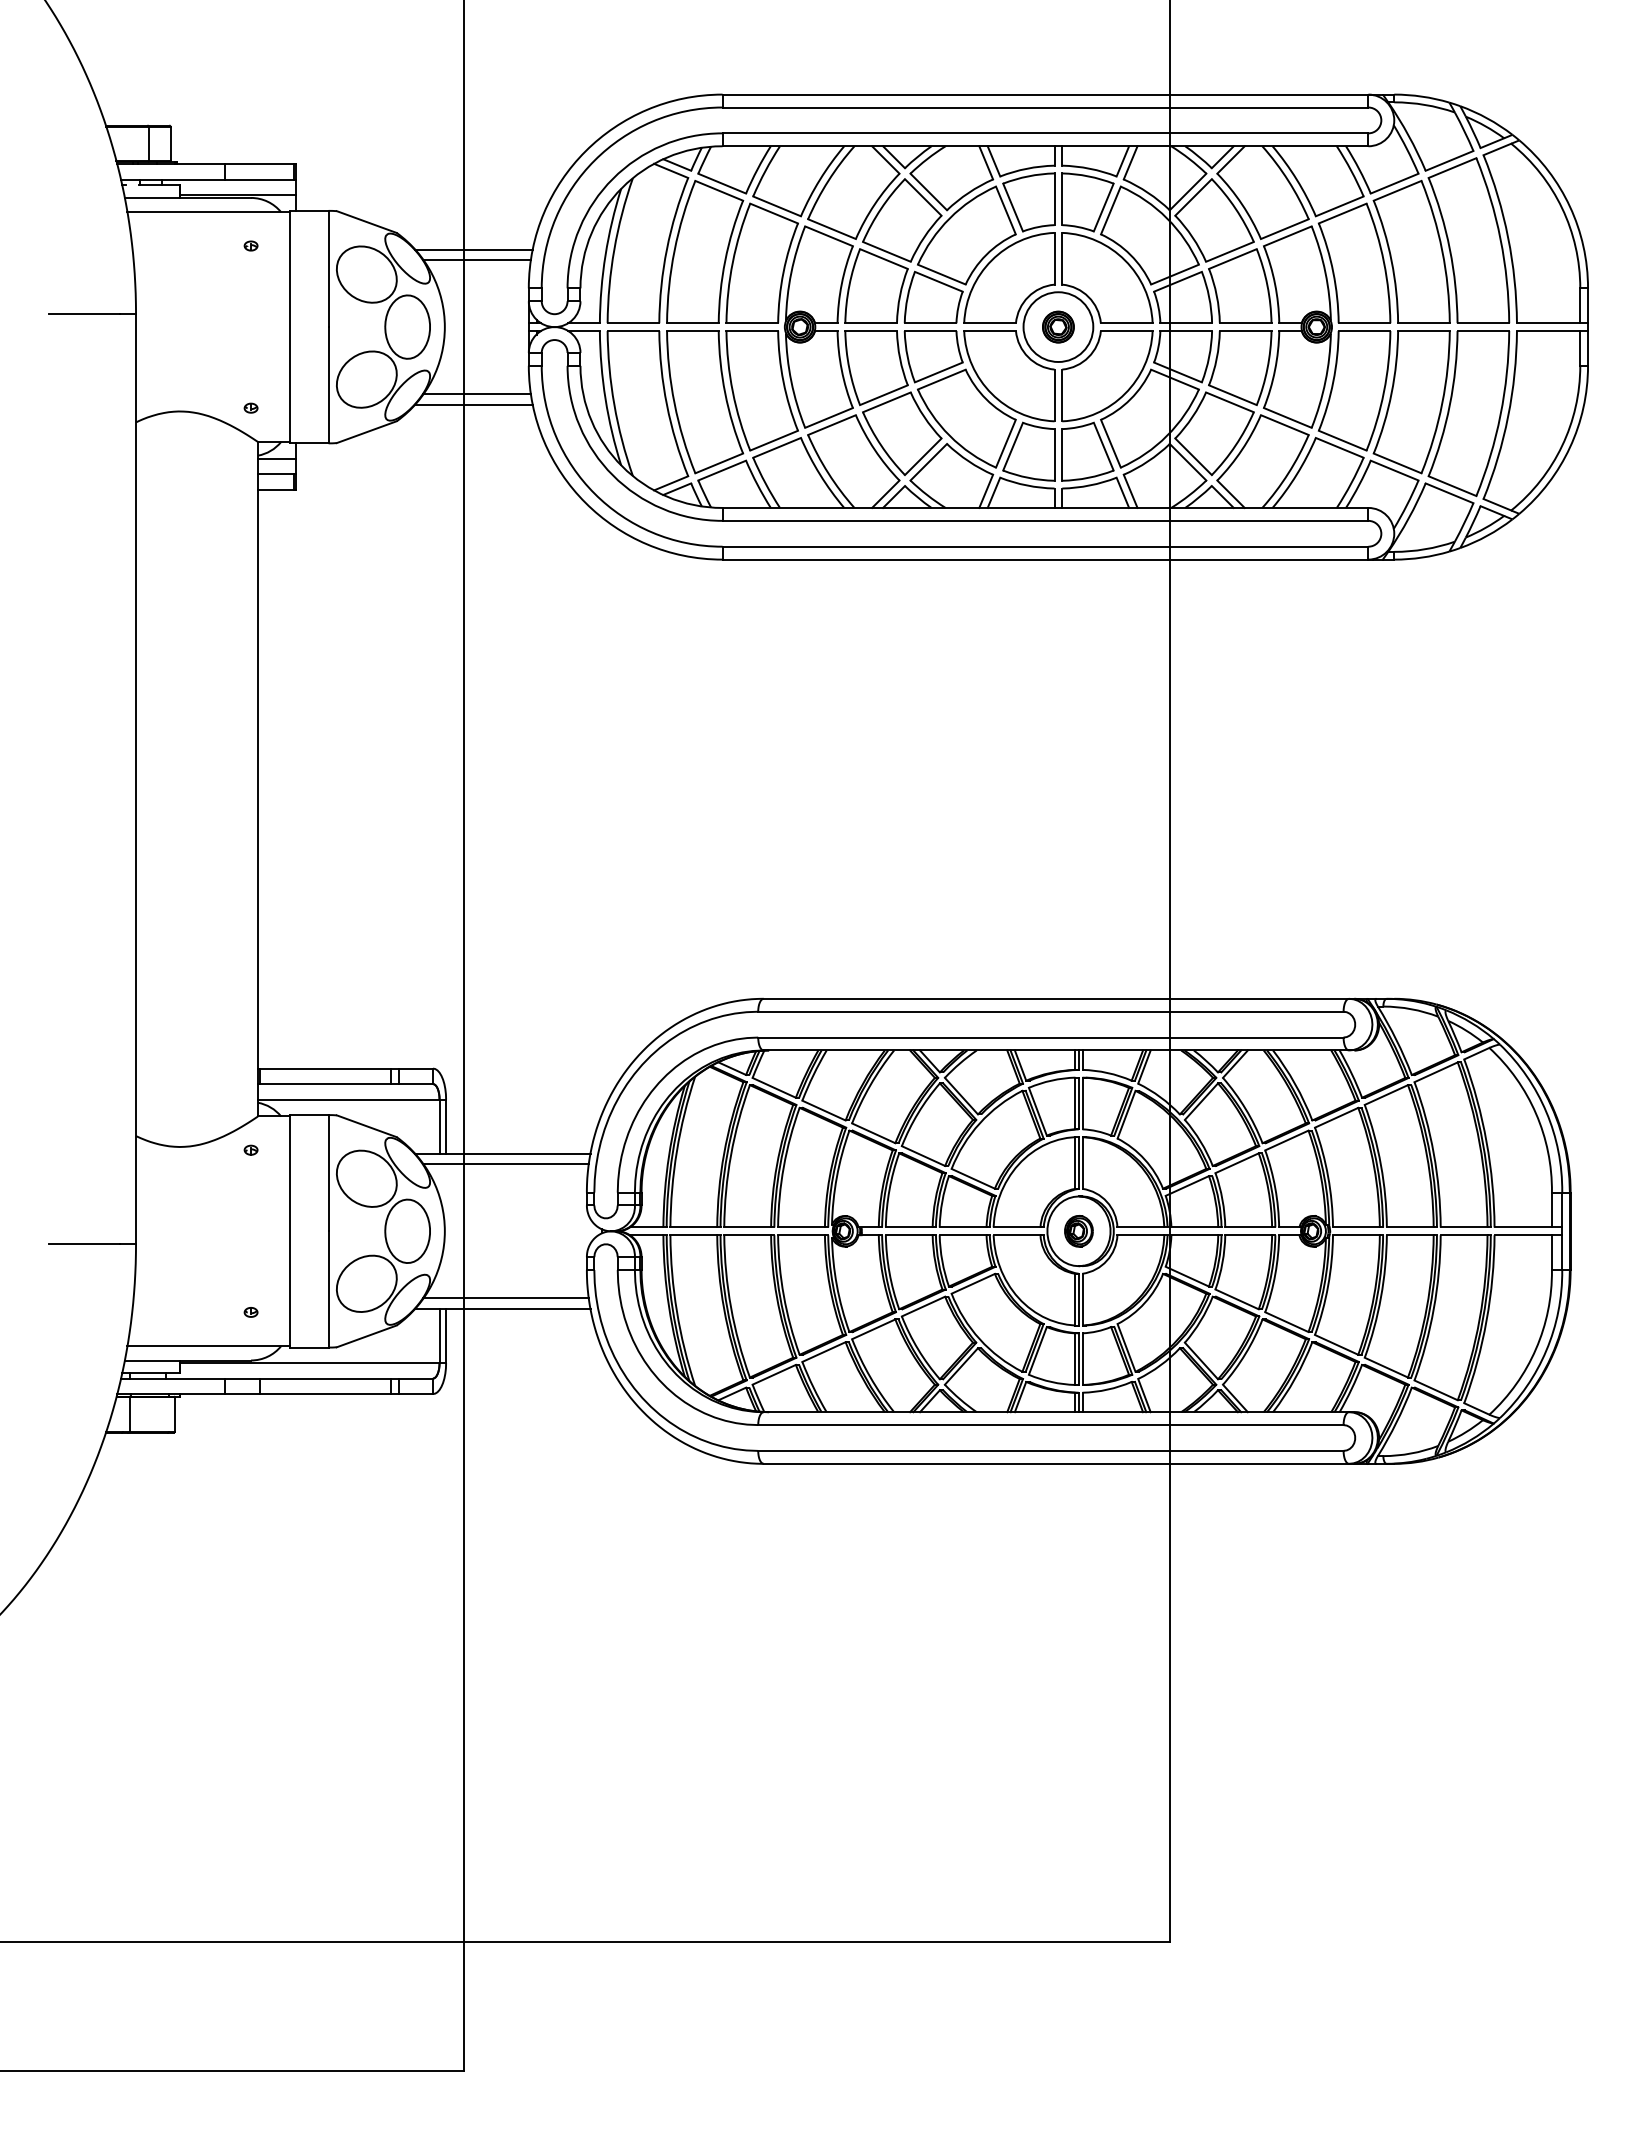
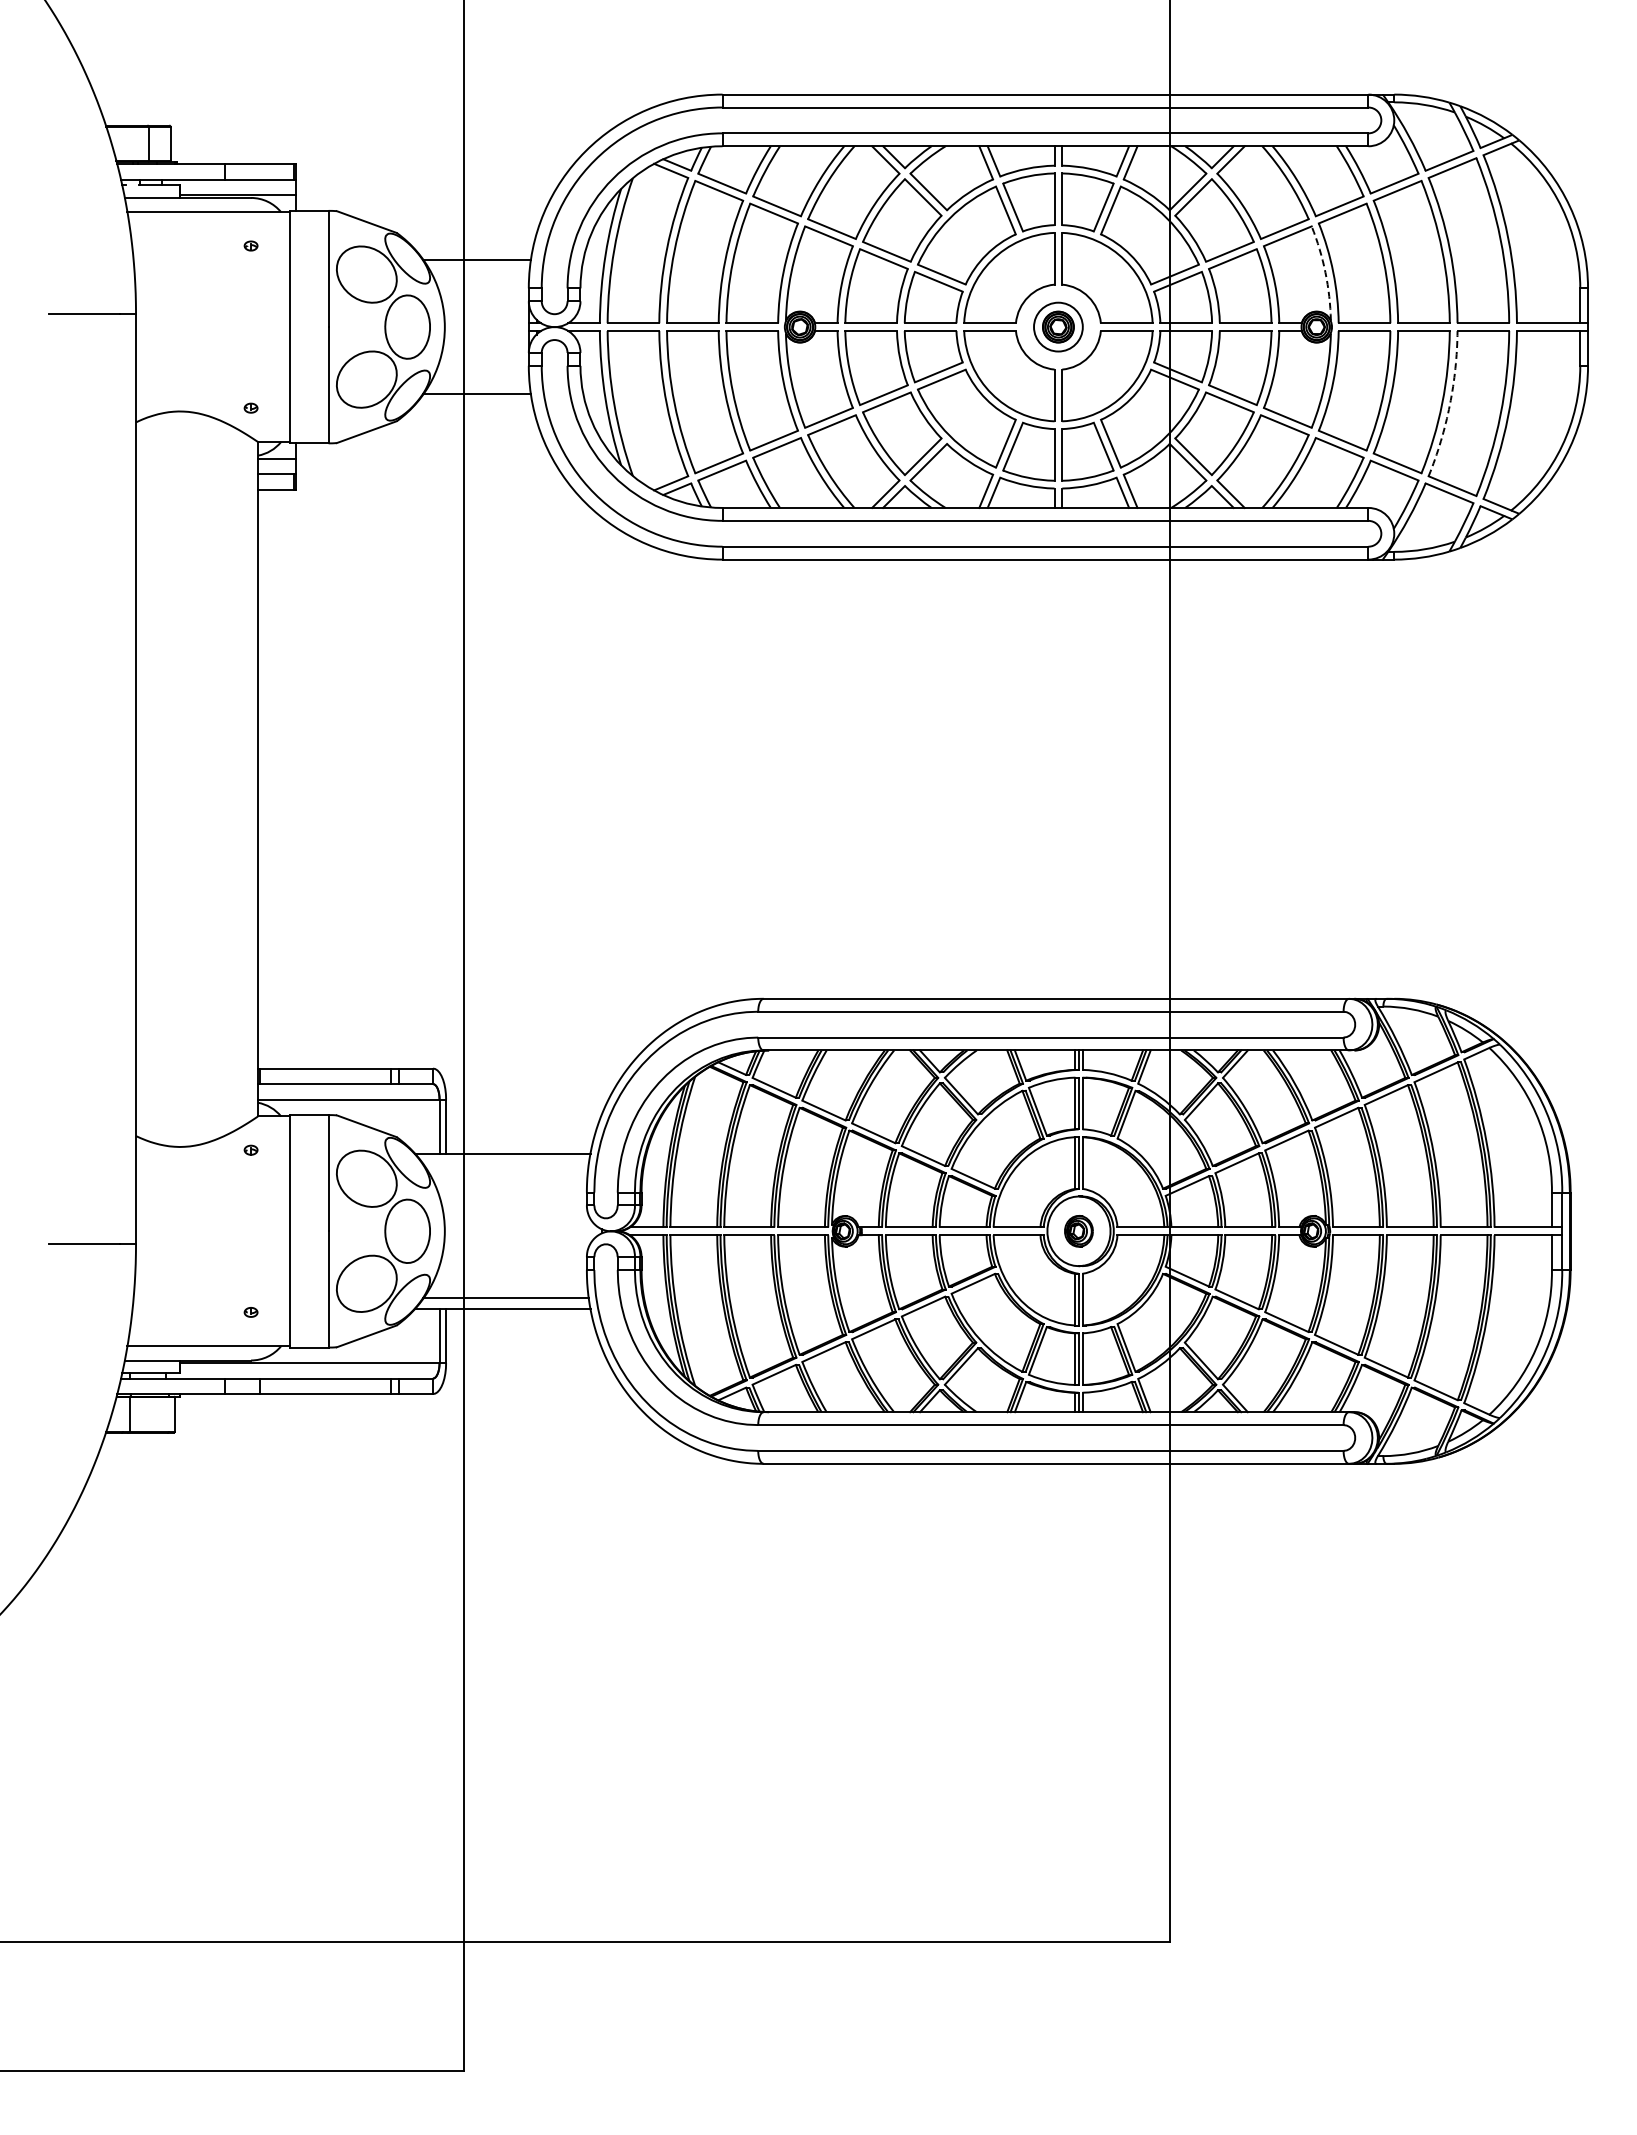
line at (473, 249): present -> none
arc at (1325, 272): solid -> dashed
circle at (1058, 327) diameter: 70 px -> 49 px
line at (473, 404): present -> none
arc at (1449, 404): solid -> dashed
line at (505, 1164): present -> none
